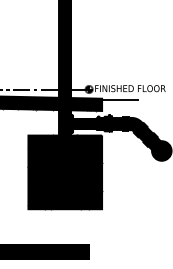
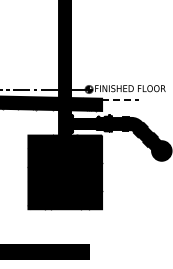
line at (121, 100): solid -> dashed
